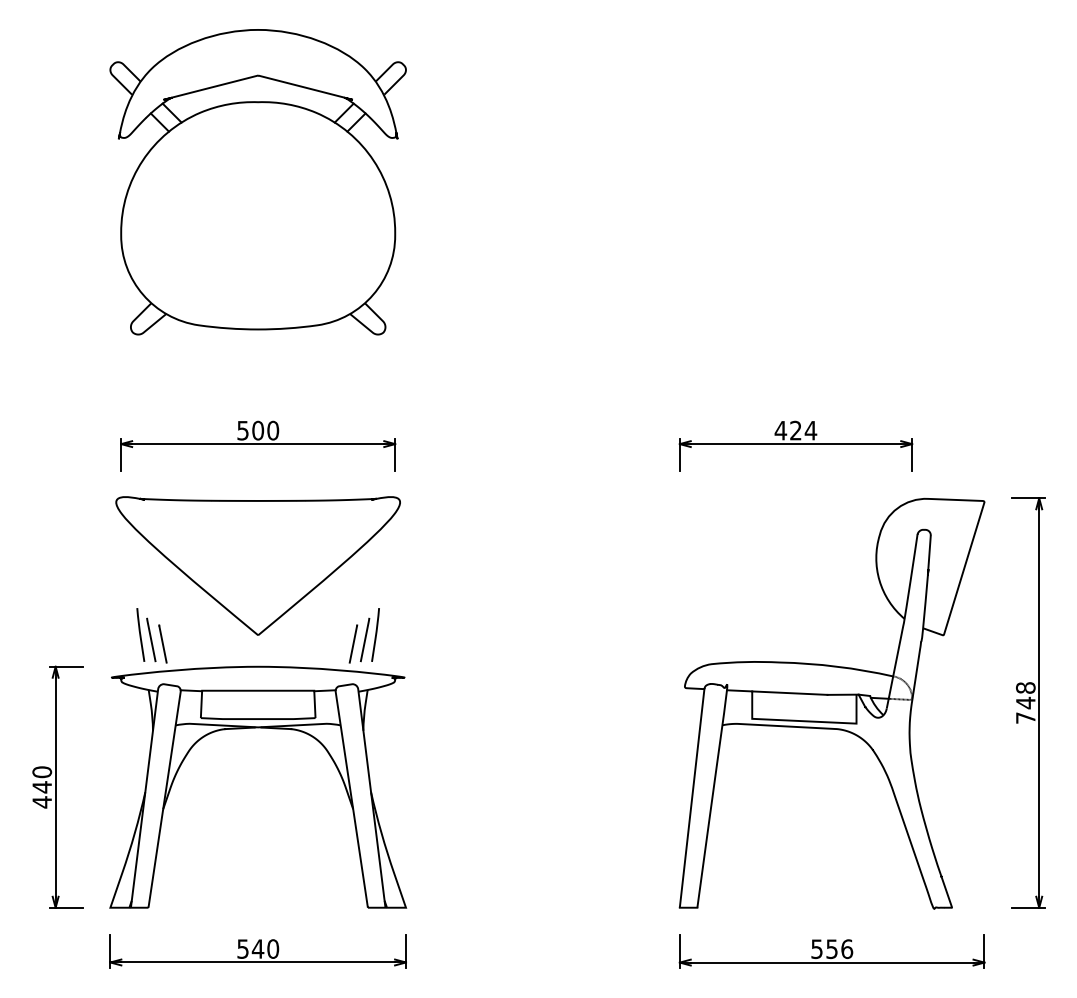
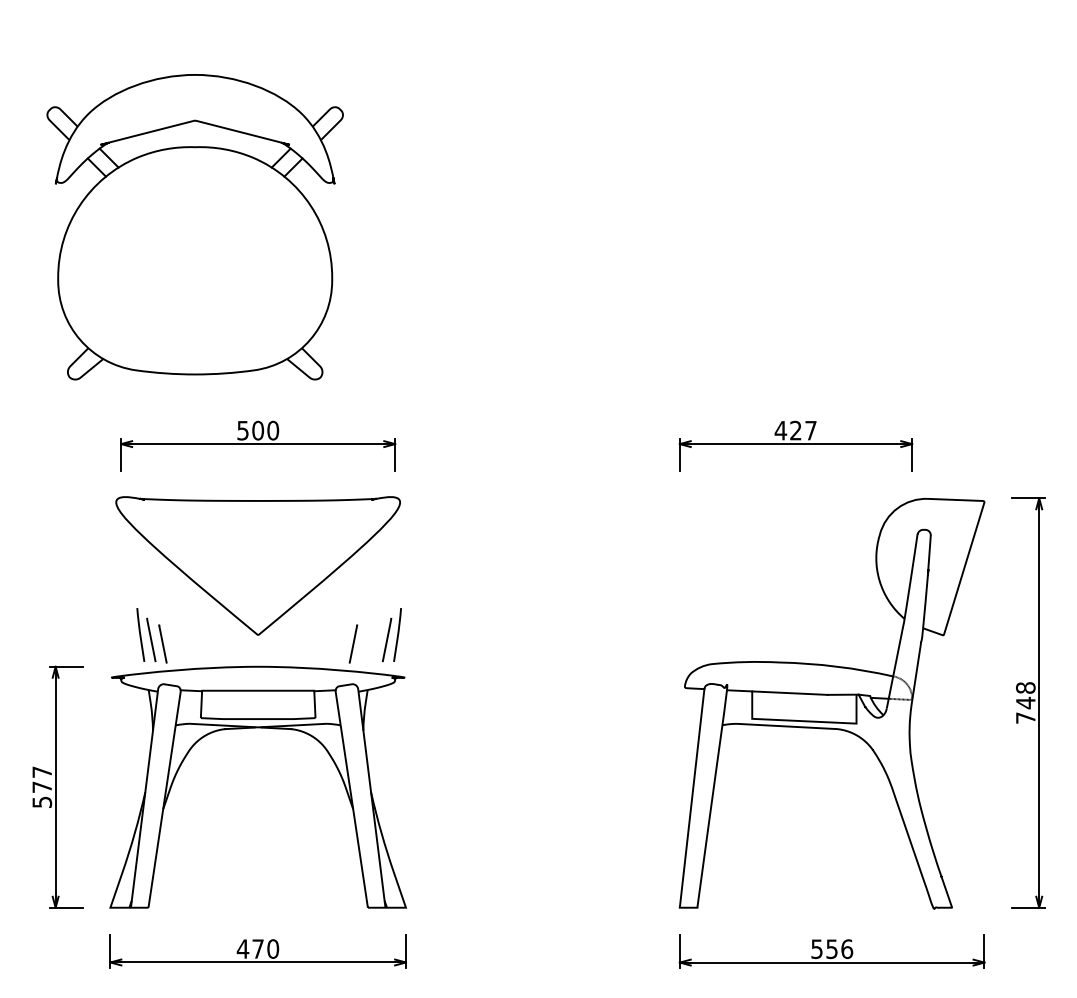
part at (257, 182) position: (257, 182) -> (194, 227)
text at (810, 430): 424 -> 427
part at (369, 635) position: (369, 635) -> (391, 635)
text at (42, 787): 440 -> 577
text at (250, 948): 540 -> 470
